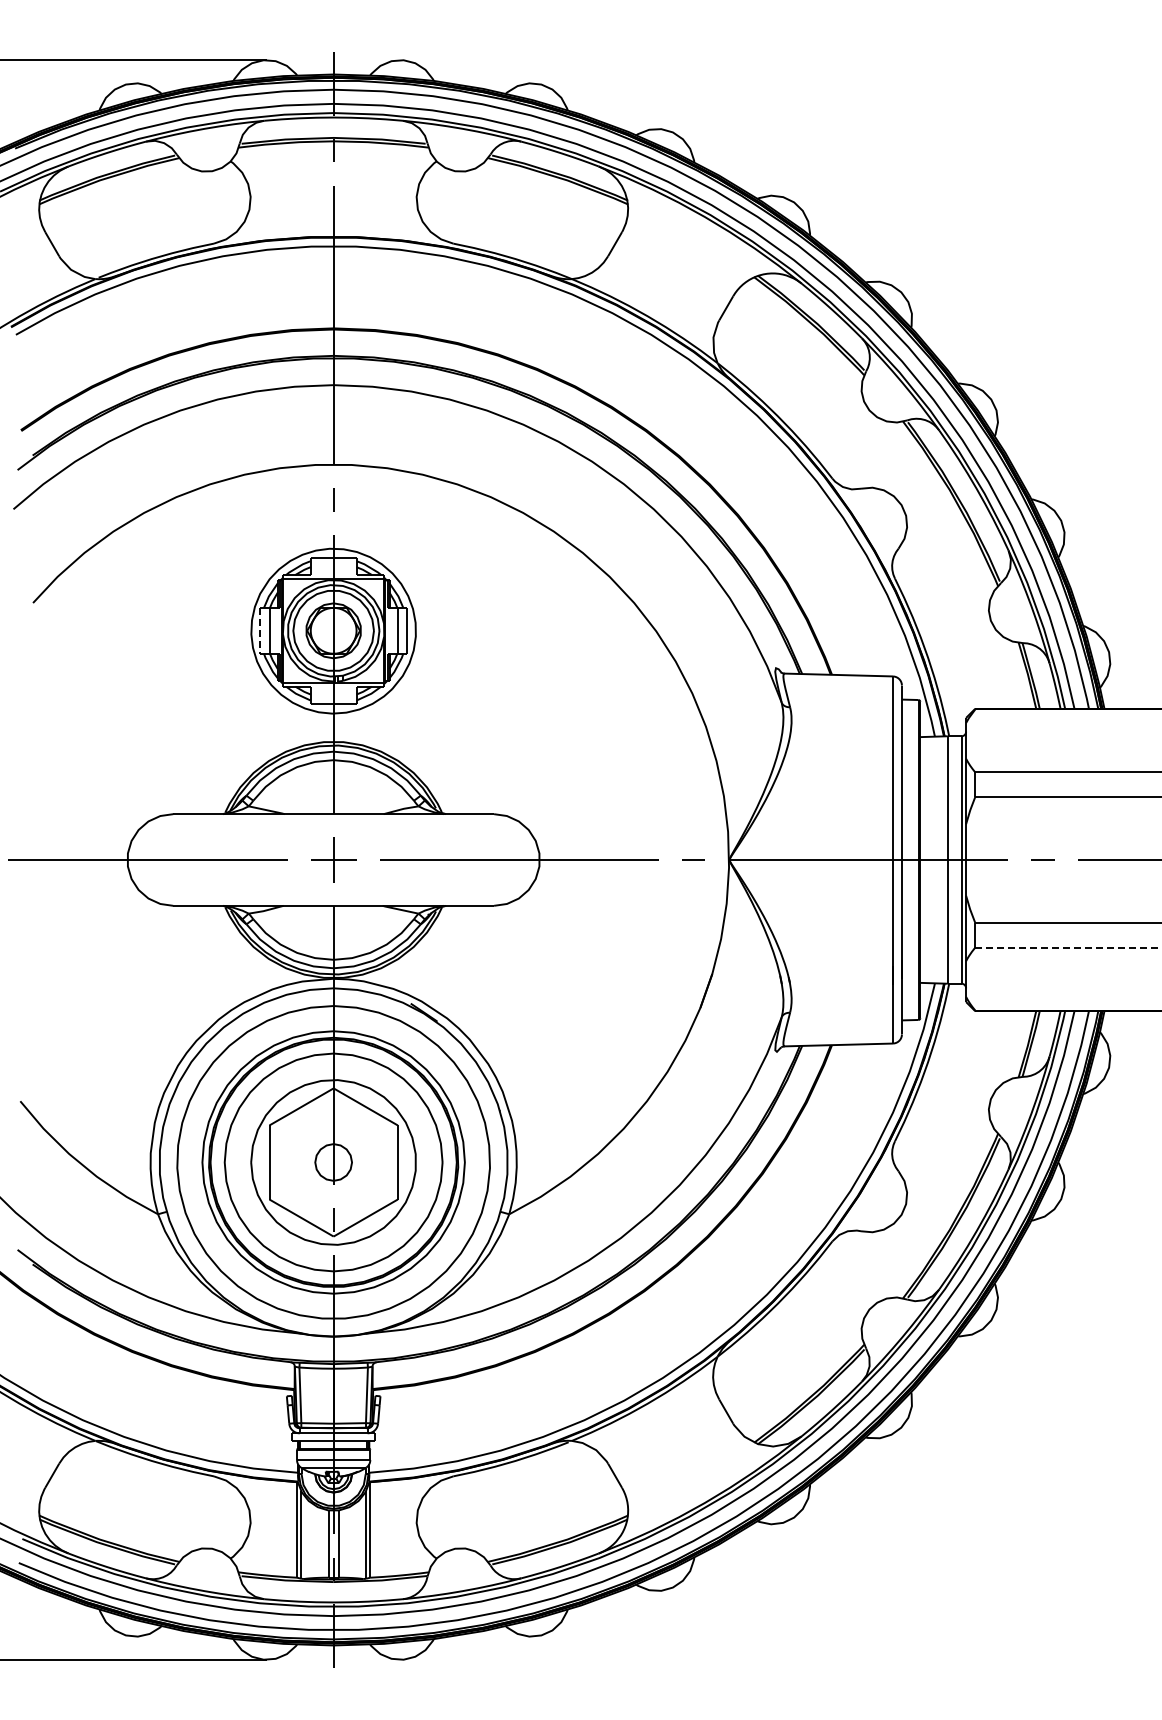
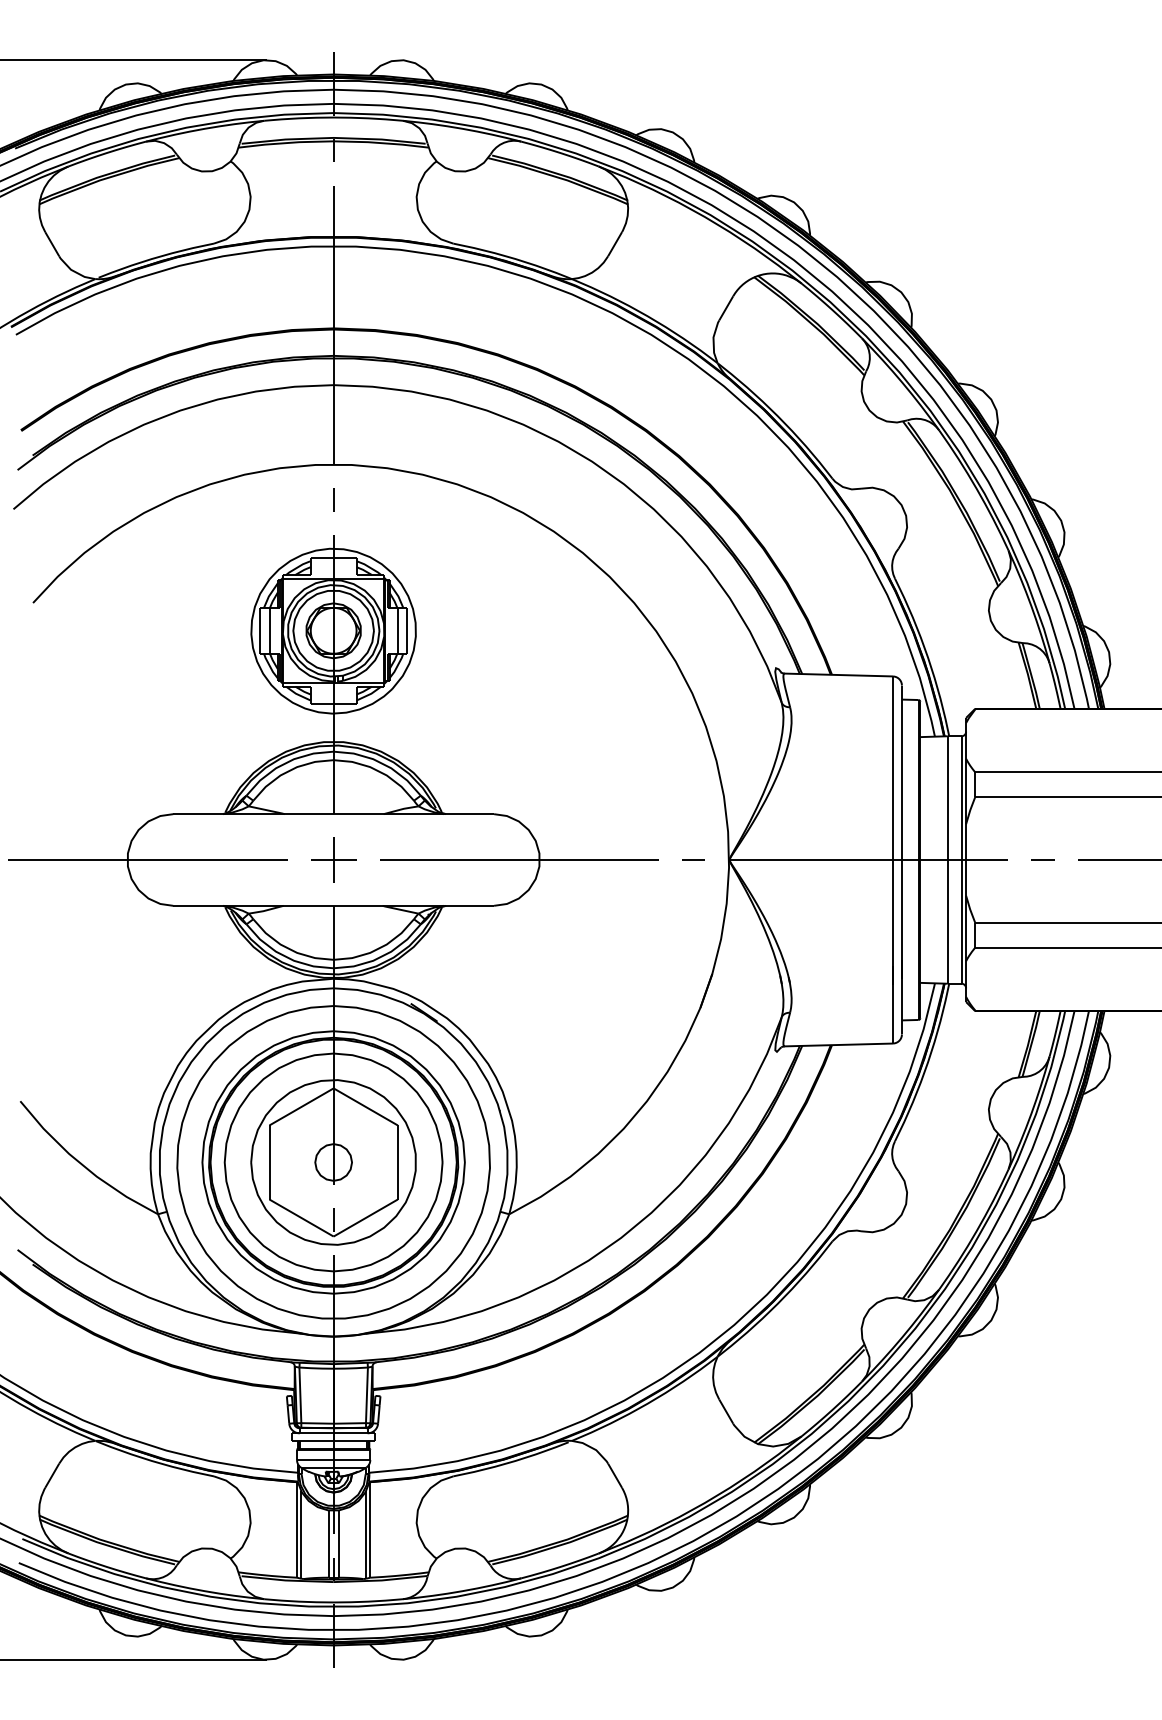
line at (260, 630): dashed -> solid
line at (1068, 947): dashed -> solid
